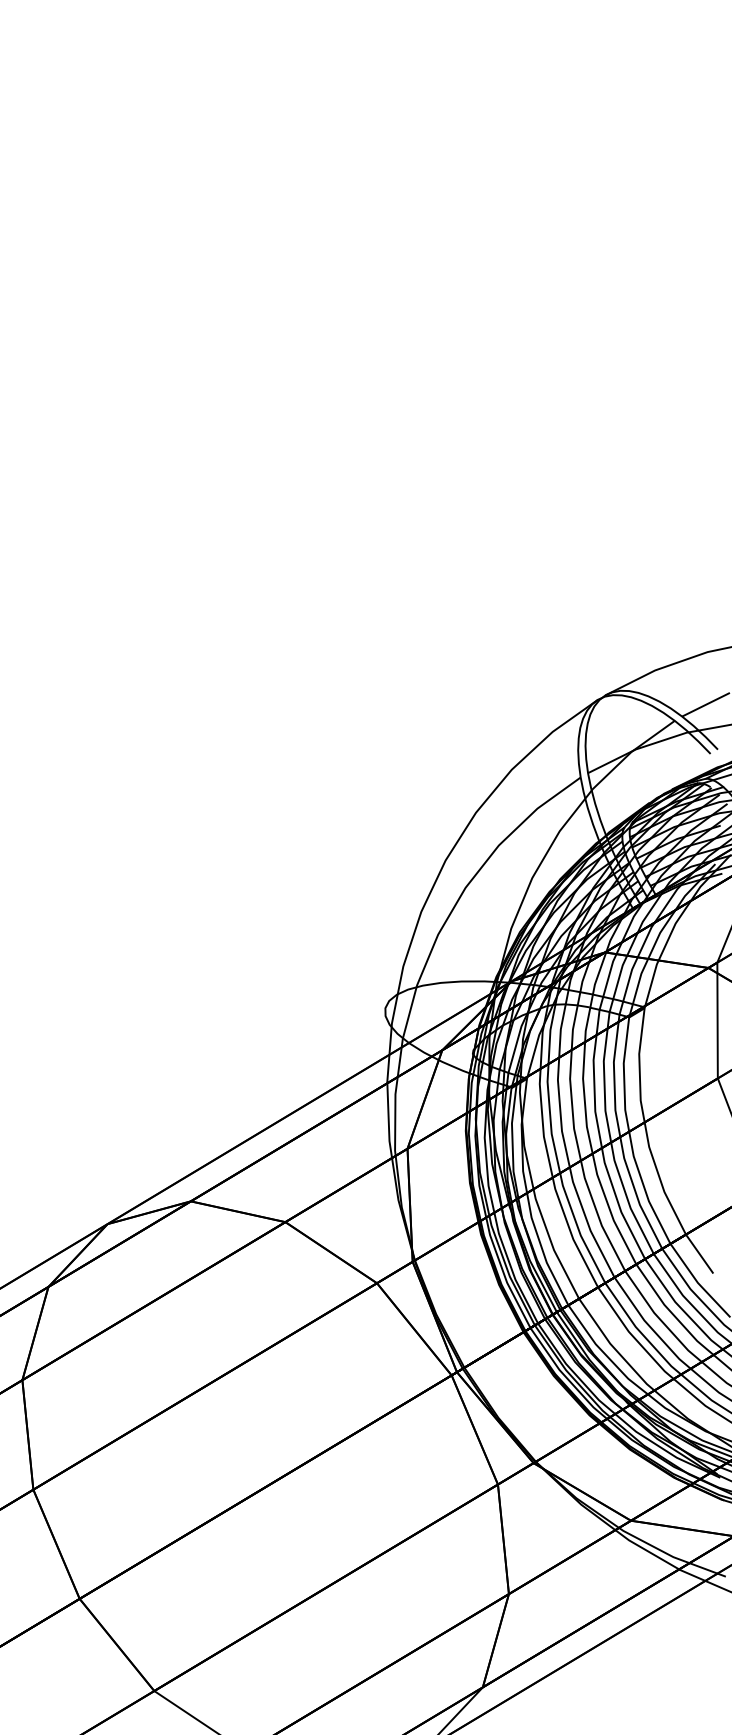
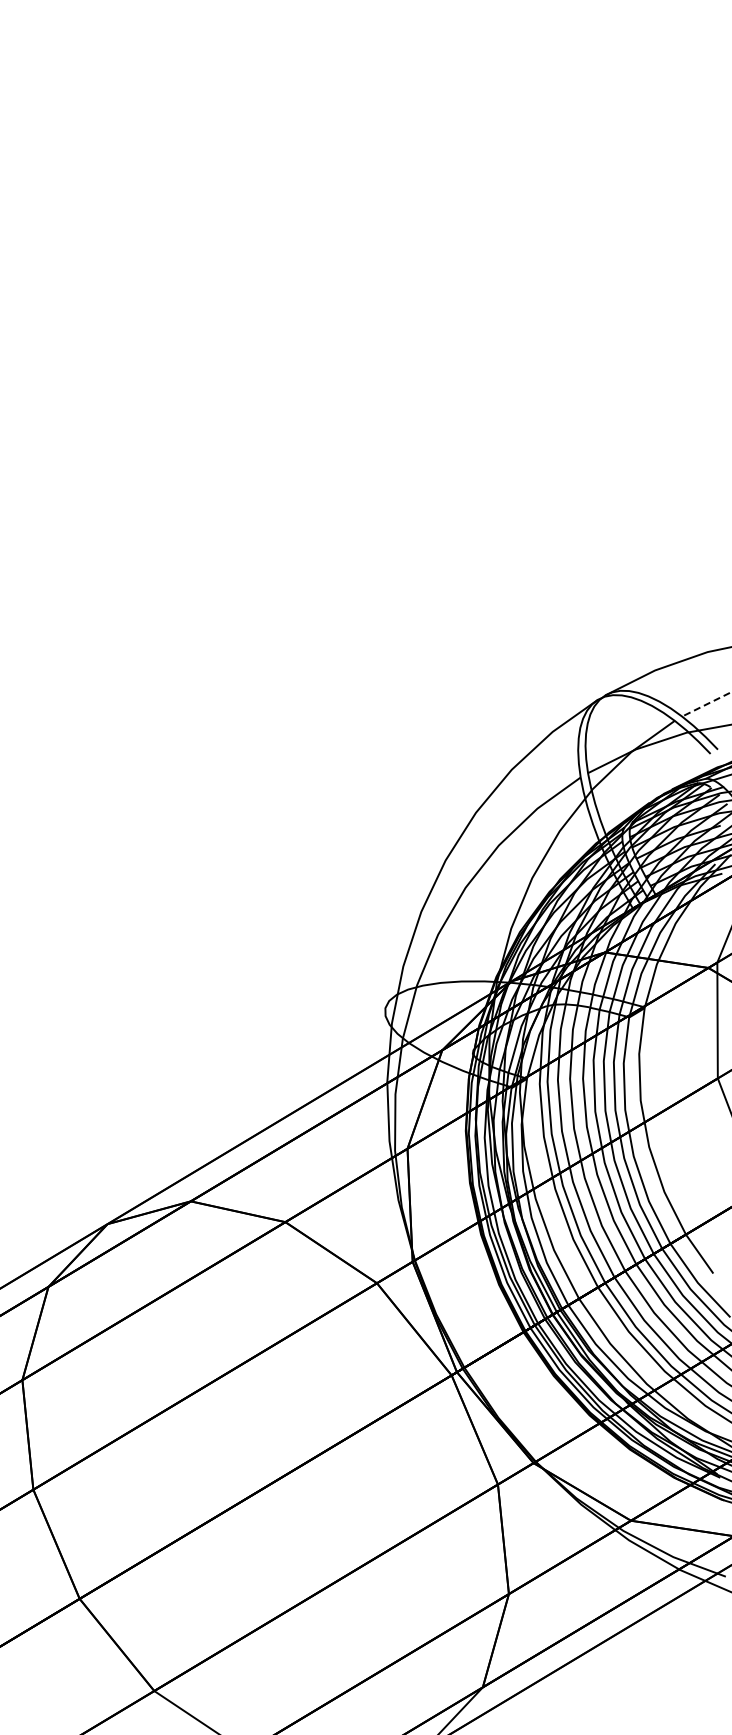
line at (706, 704): solid -> dashed
